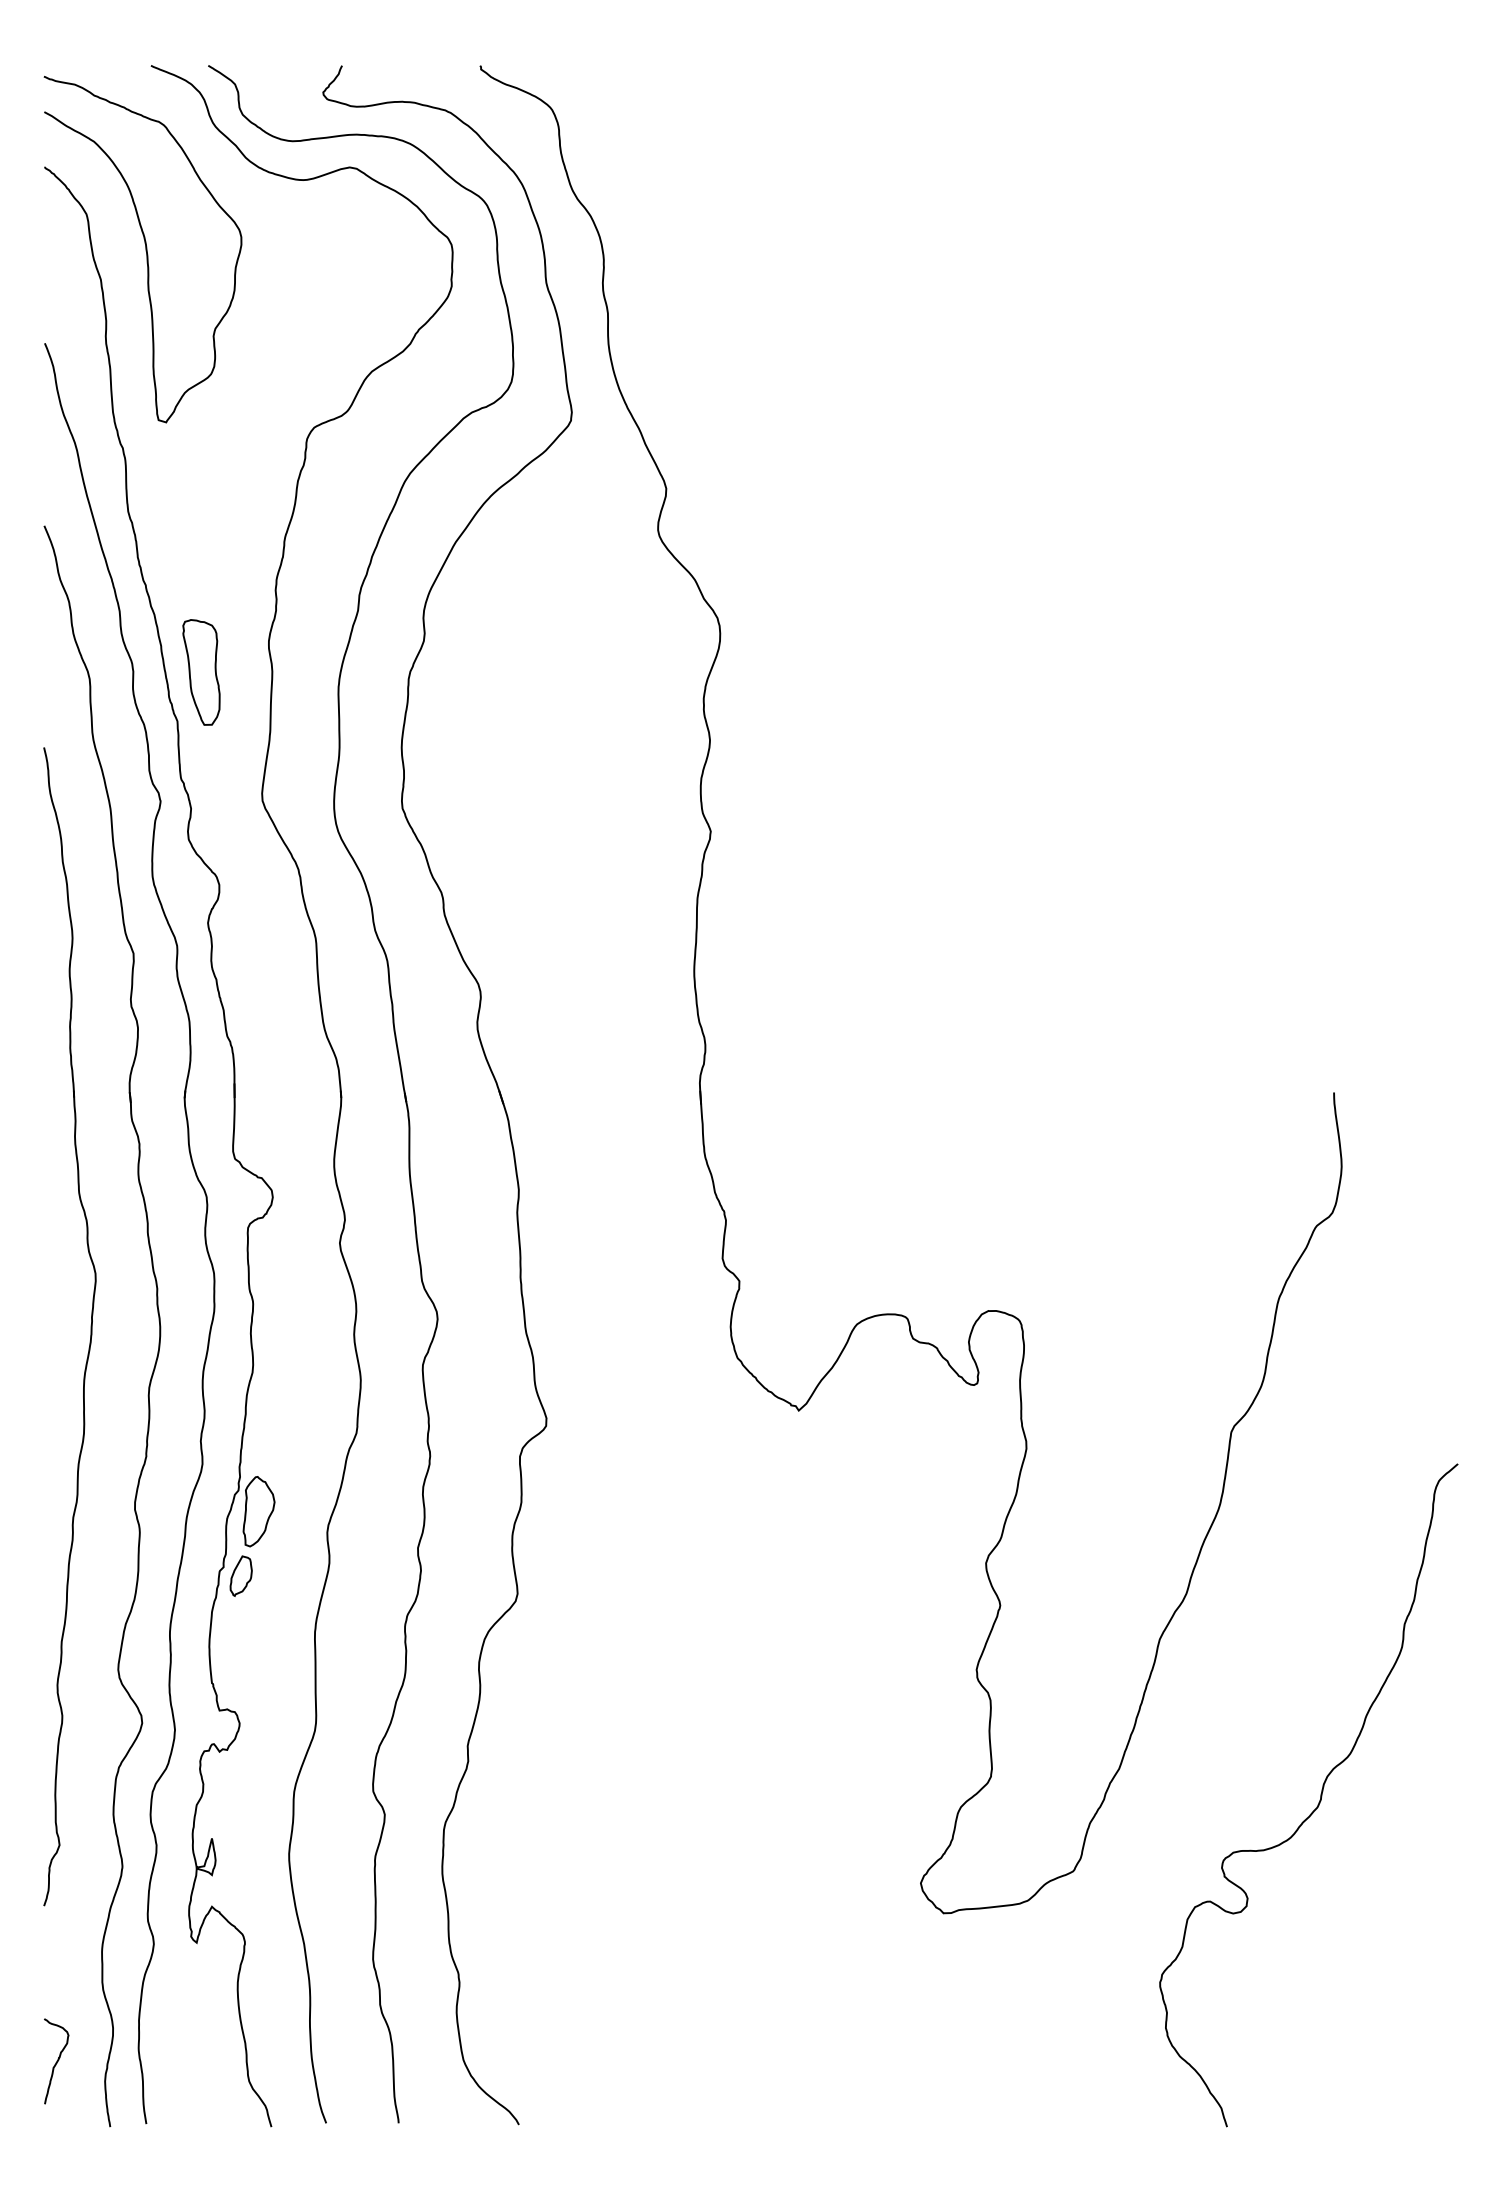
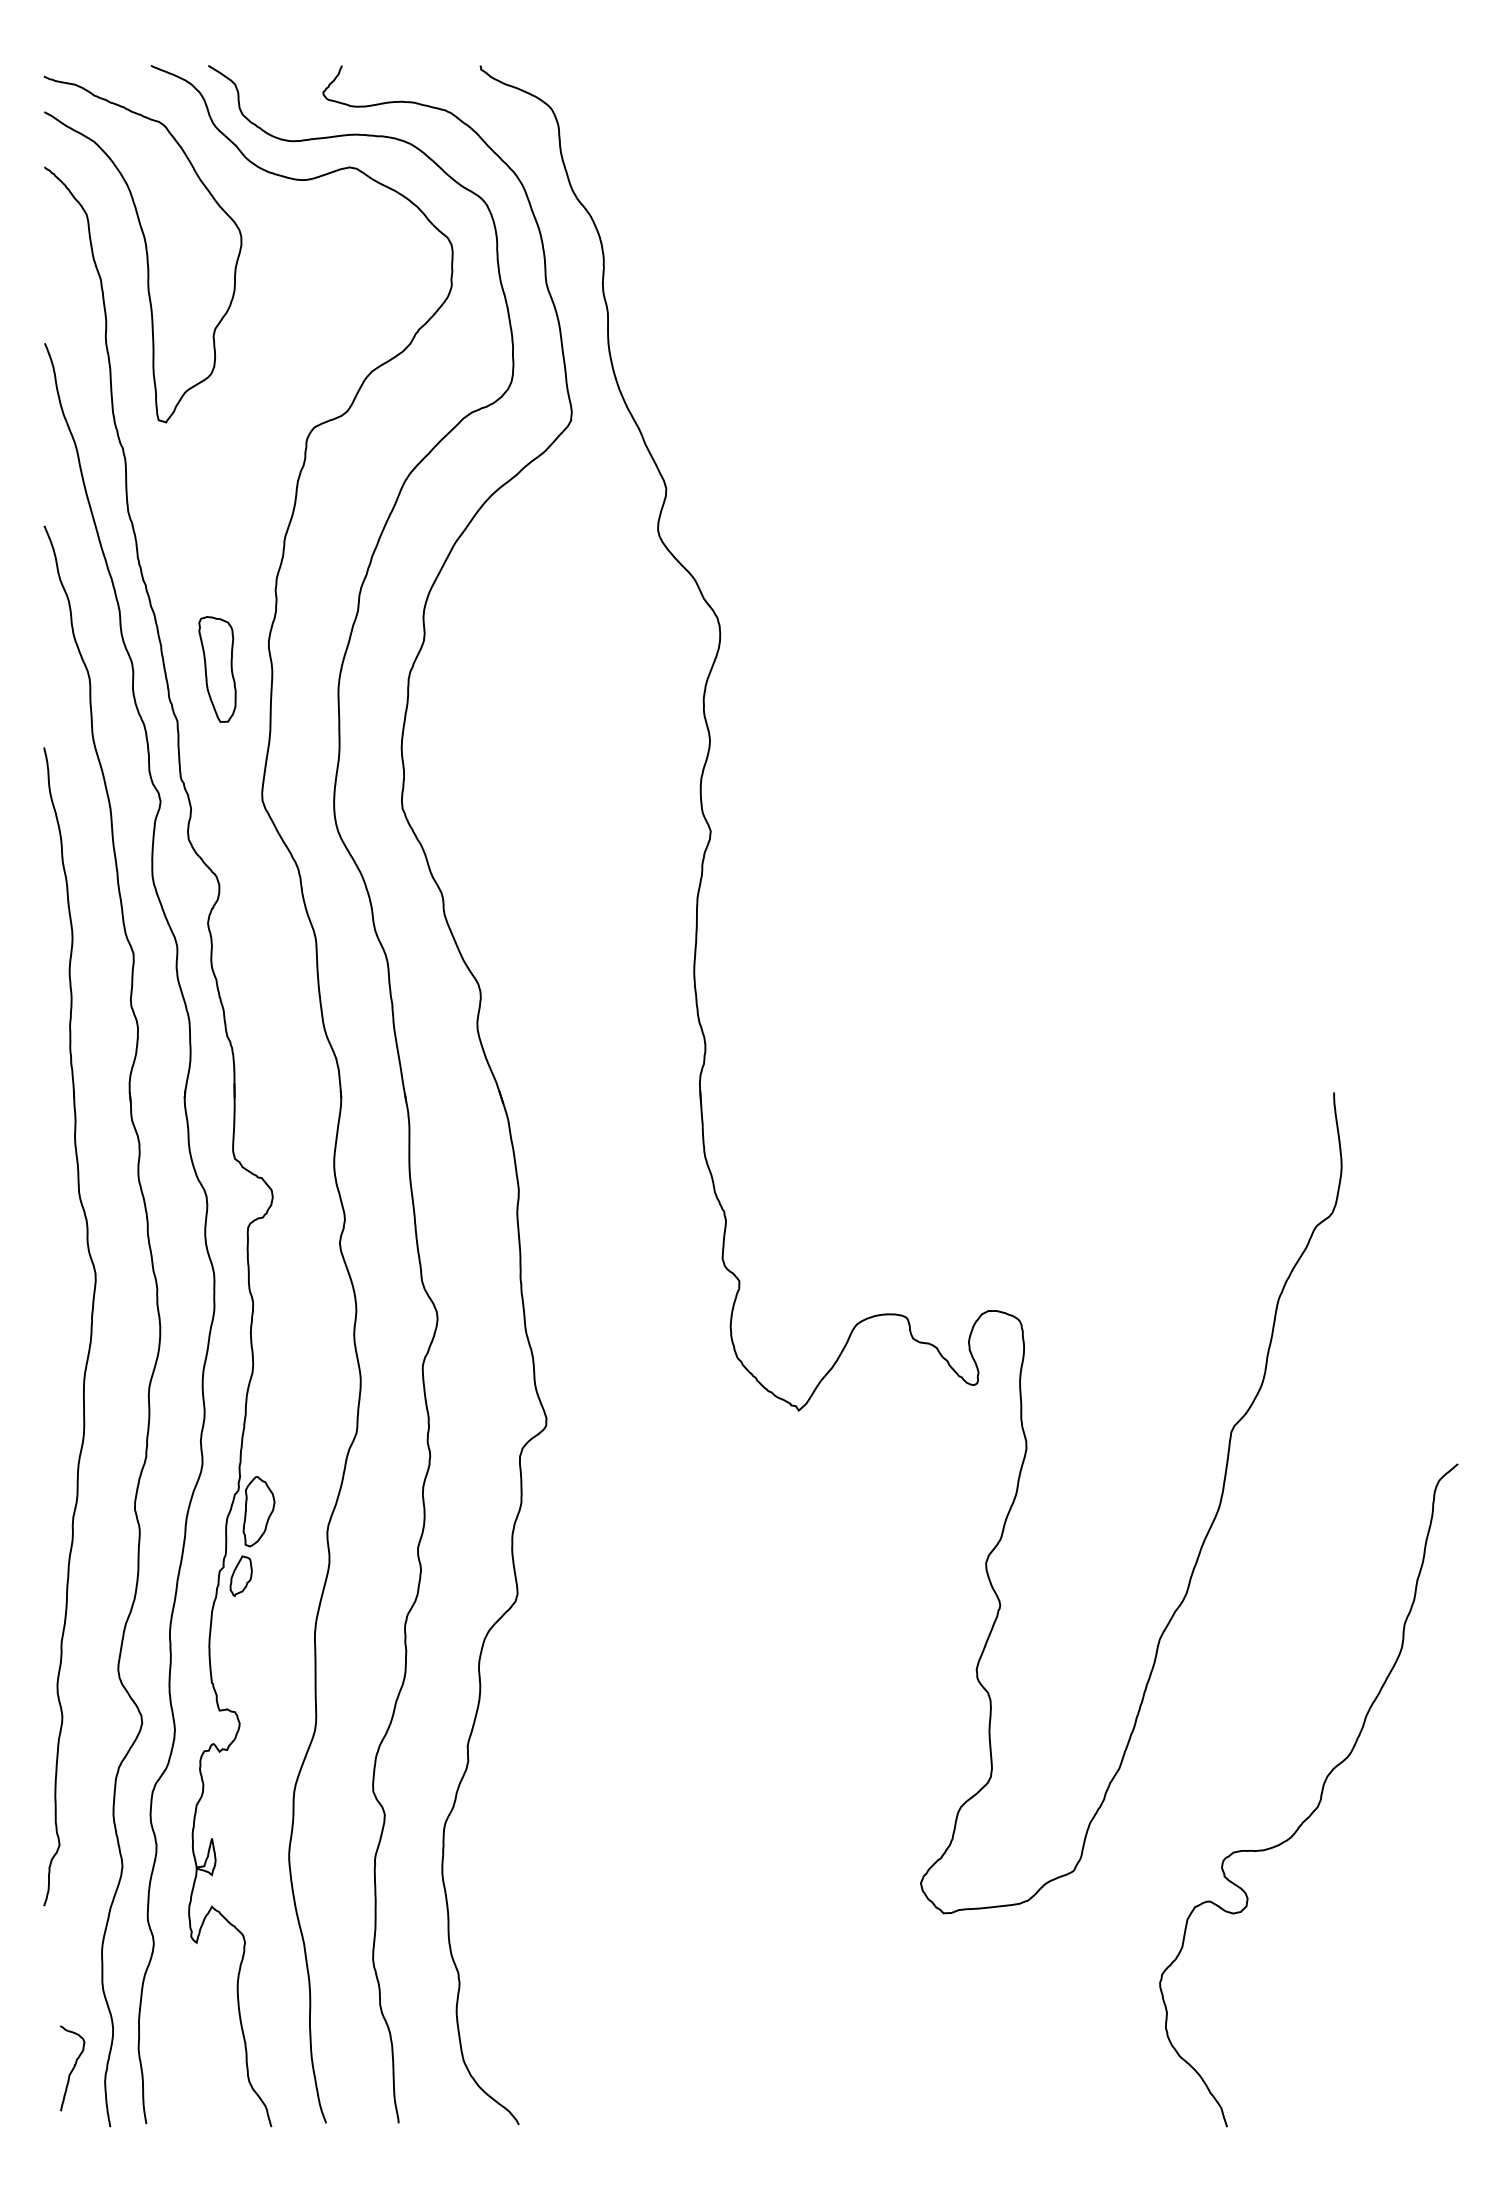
part at (201, 672) position: (201, 672) -> (217, 669)
curve at (56, 2061) position: (56, 2061) -> (72, 2068)
